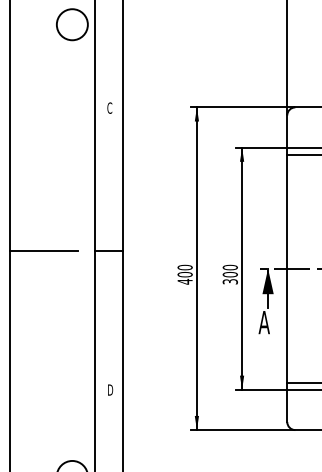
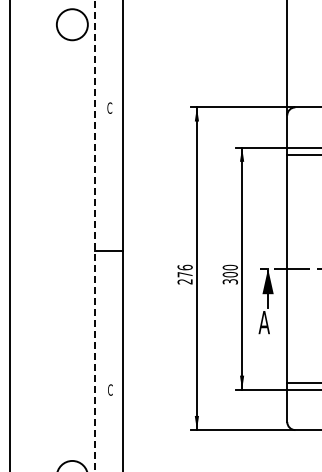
line at (94, 236): solid -> dashed
line at (44, 250): present -> none
text at (184, 274): 400 -> 276
text at (110, 389): D -> C
